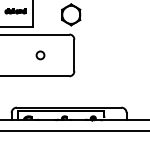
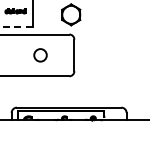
line at (16, 27): solid -> dashed
circle at (40, 55) size: 11x11 px -> 15x15 px
line at (74, 131): present -> none
